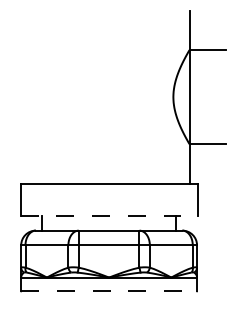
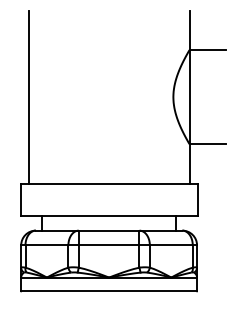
line at (28, 96): none -> present
line at (109, 215): dashed -> solid
line at (109, 290): dashed -> solid
